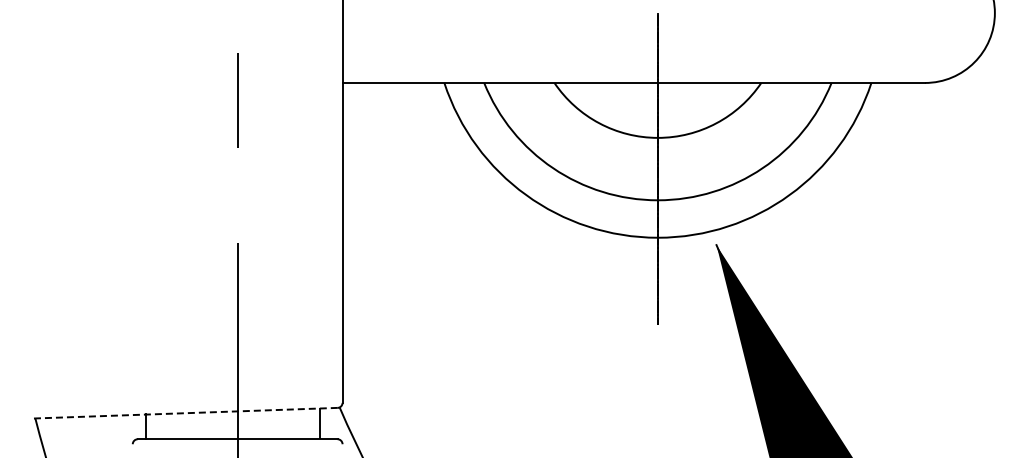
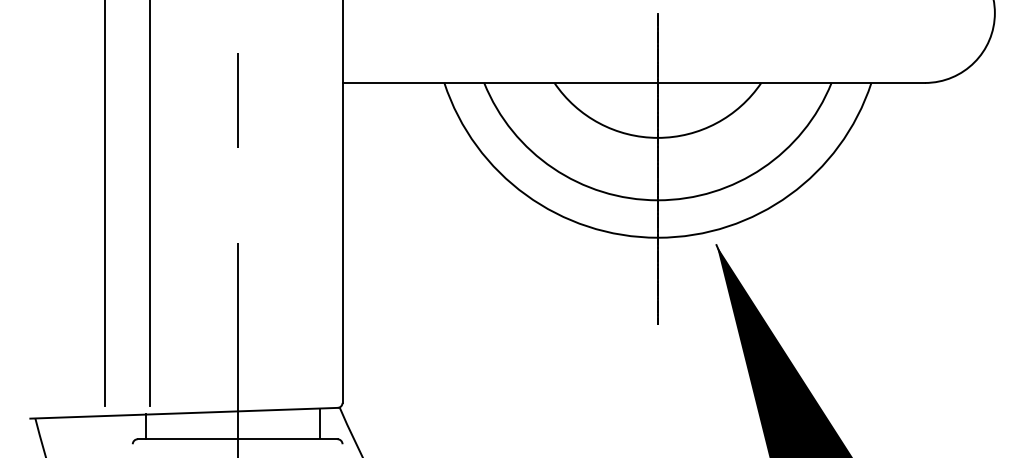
line at (105, 204): none -> present
line at (150, 204): none -> present
line at (184, 413): dashed -> solid
